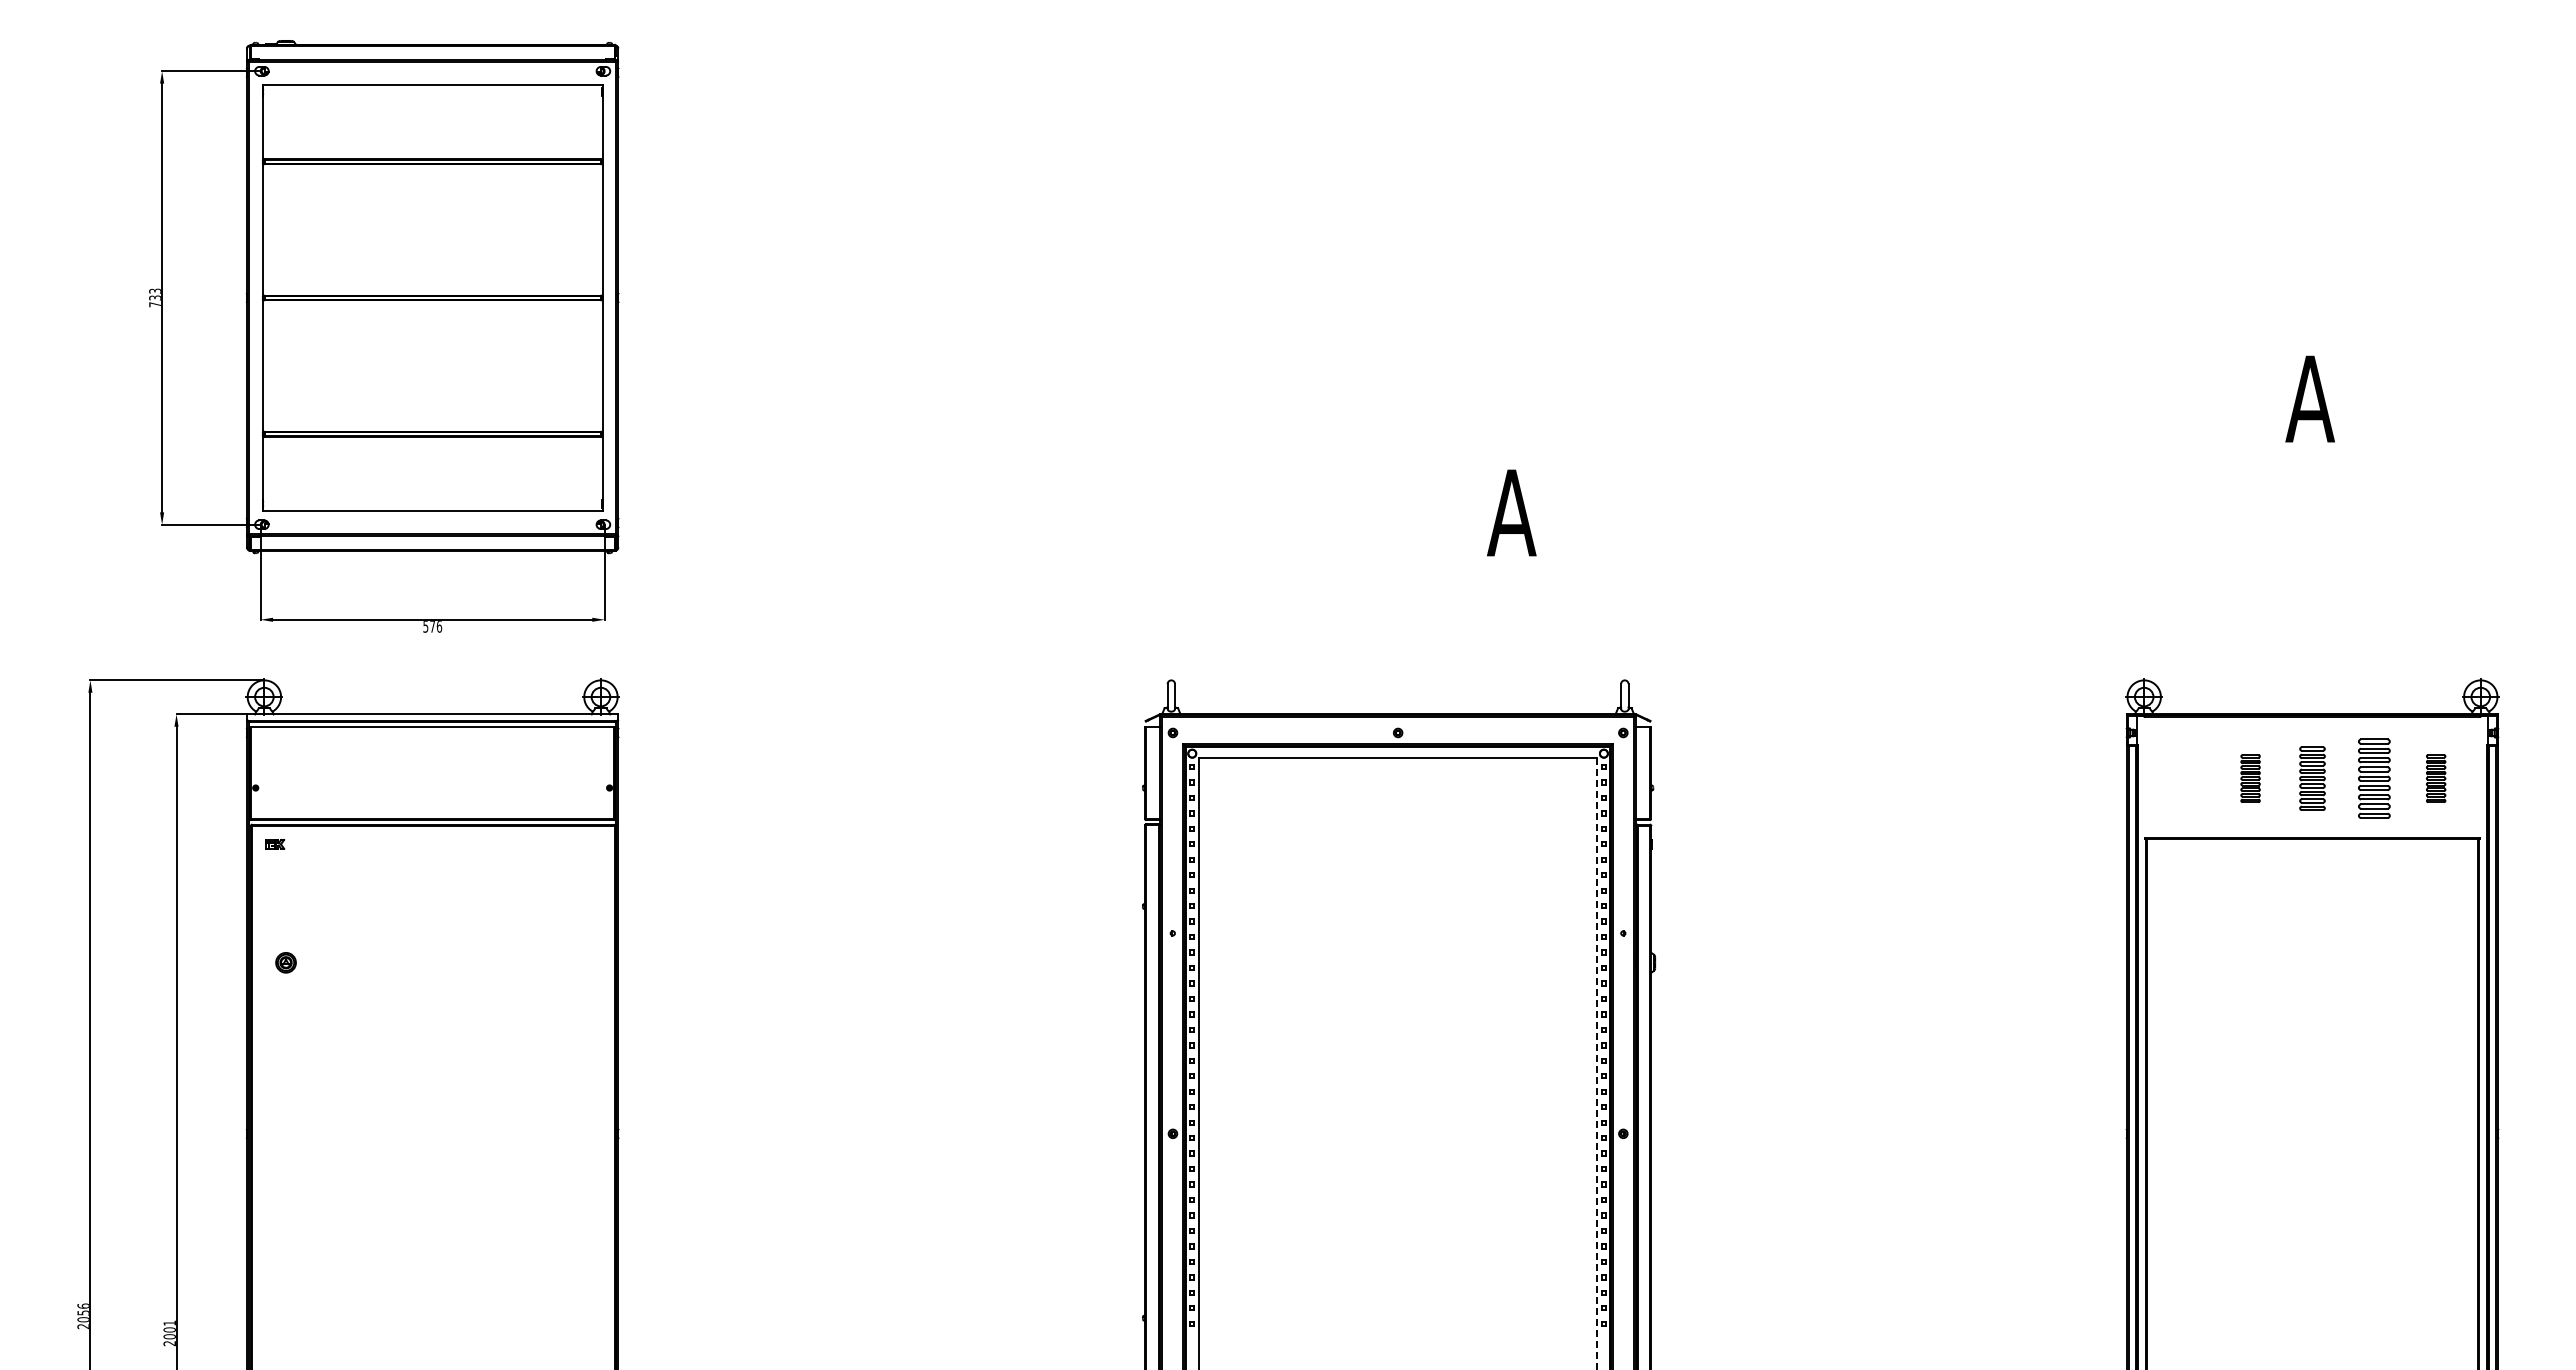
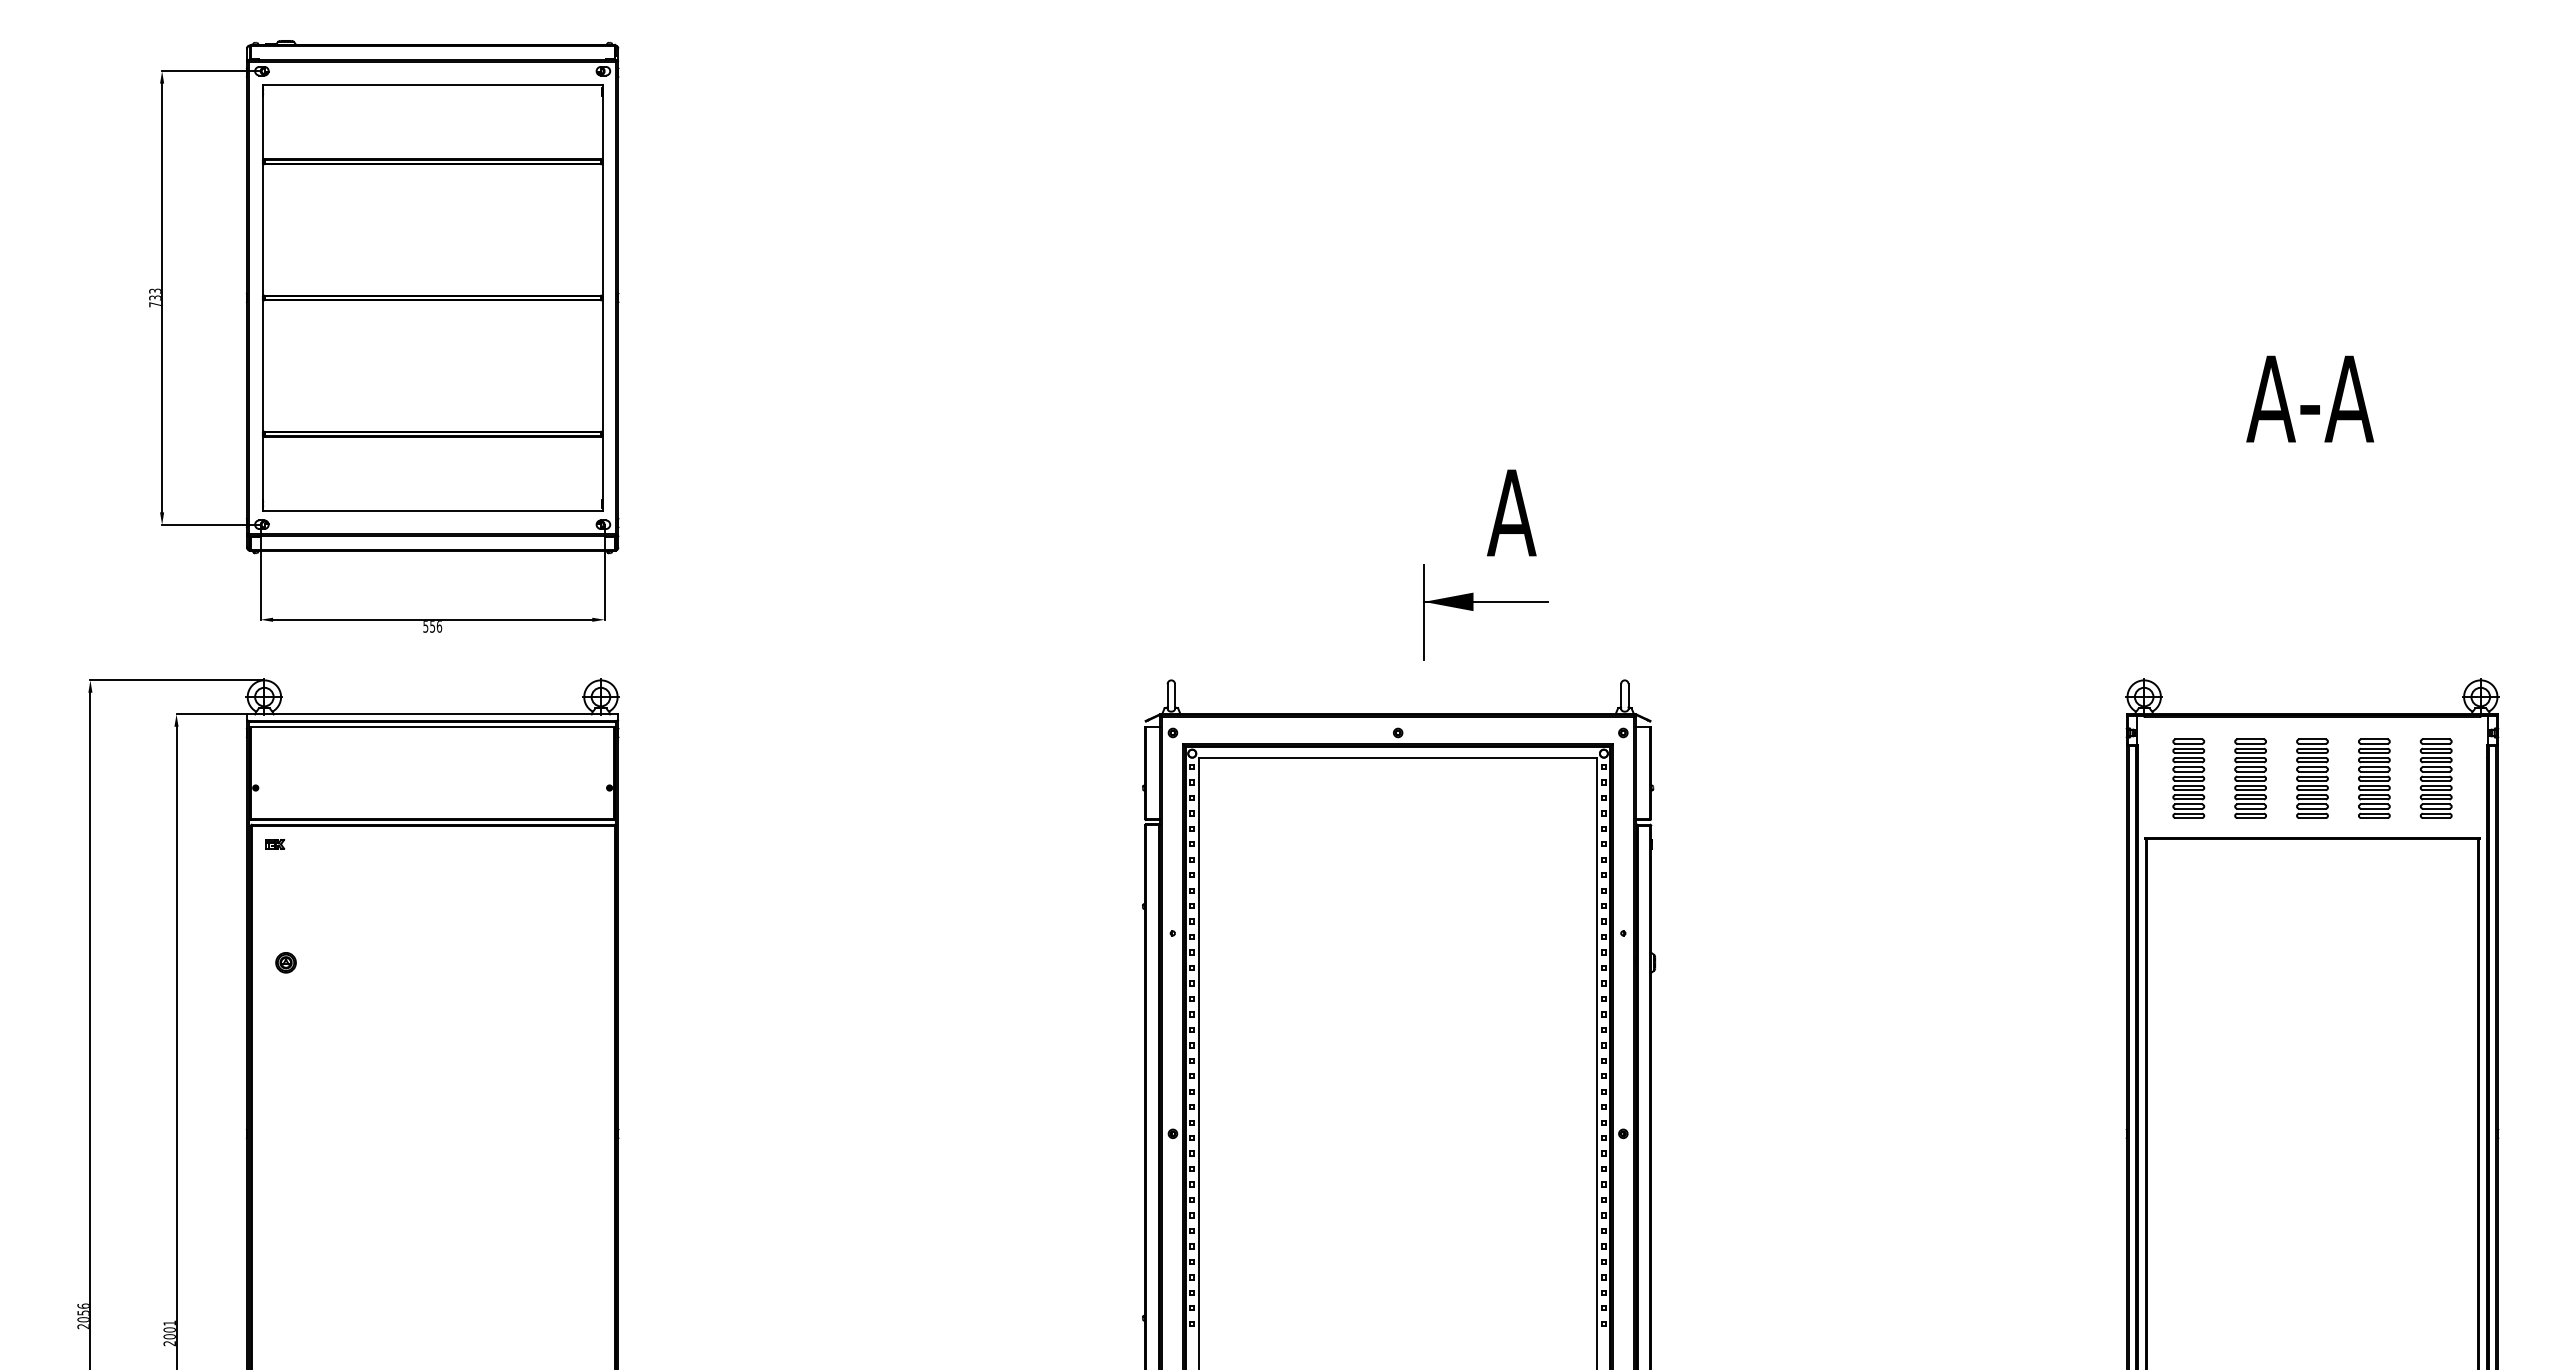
text at (2310, 398): A -> A-A
part at (1485, 602): none -> present
text at (432, 626): 576 -> 556
part at (2188, 778): none -> present
part at (2250, 778) size: 21x49 px -> 33x81 px
part at (2312, 778) size: 27x65 px -> 33x81 px
part at (2436, 778) size: 21x49 px -> 34x81 px
line at (1596, 1064): dashed -> solid
